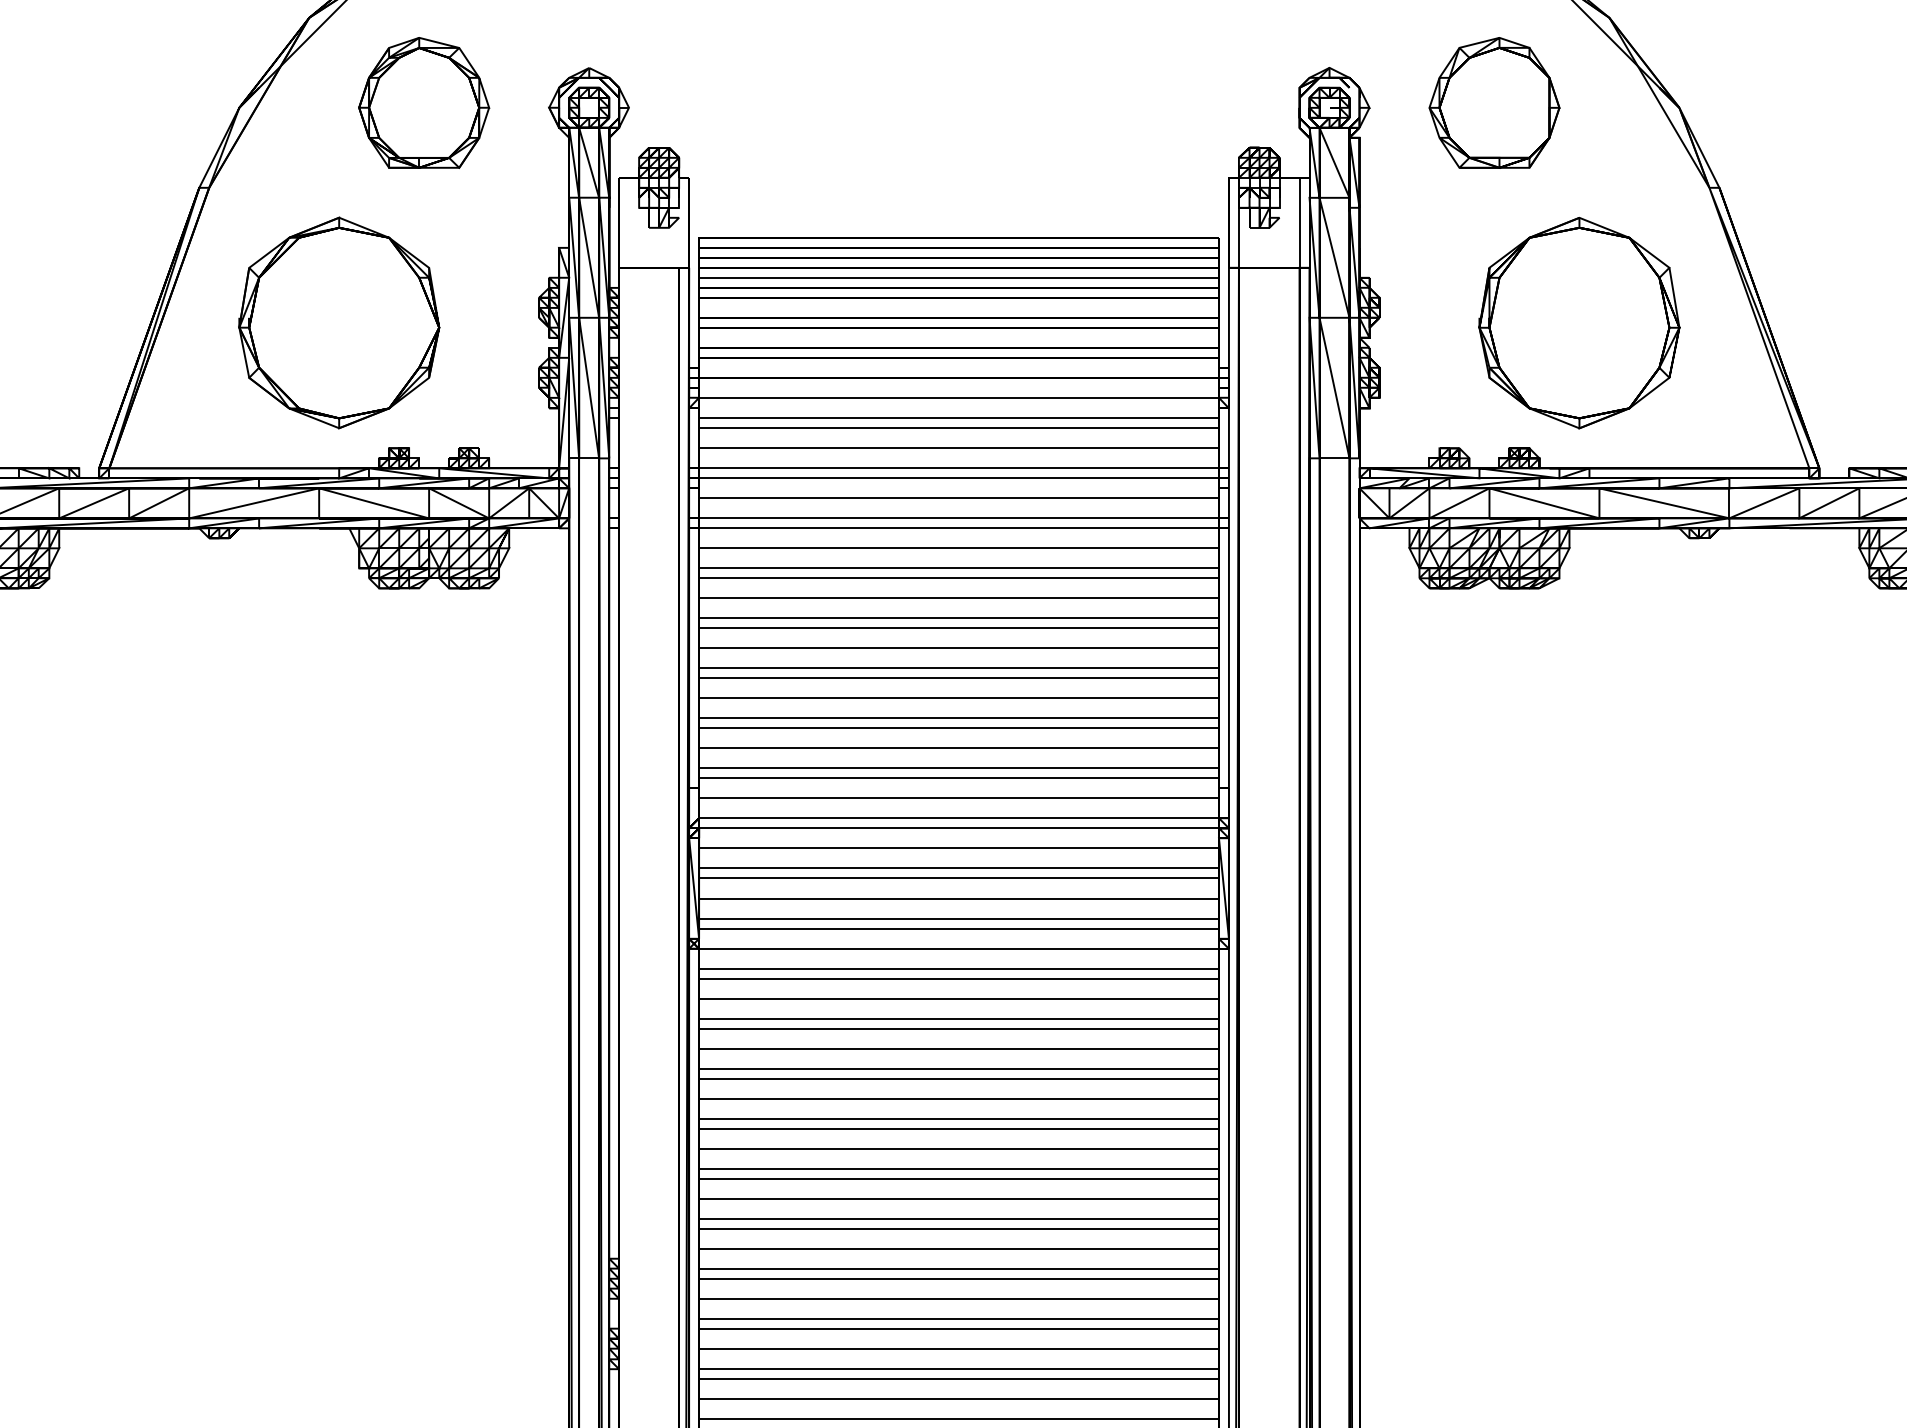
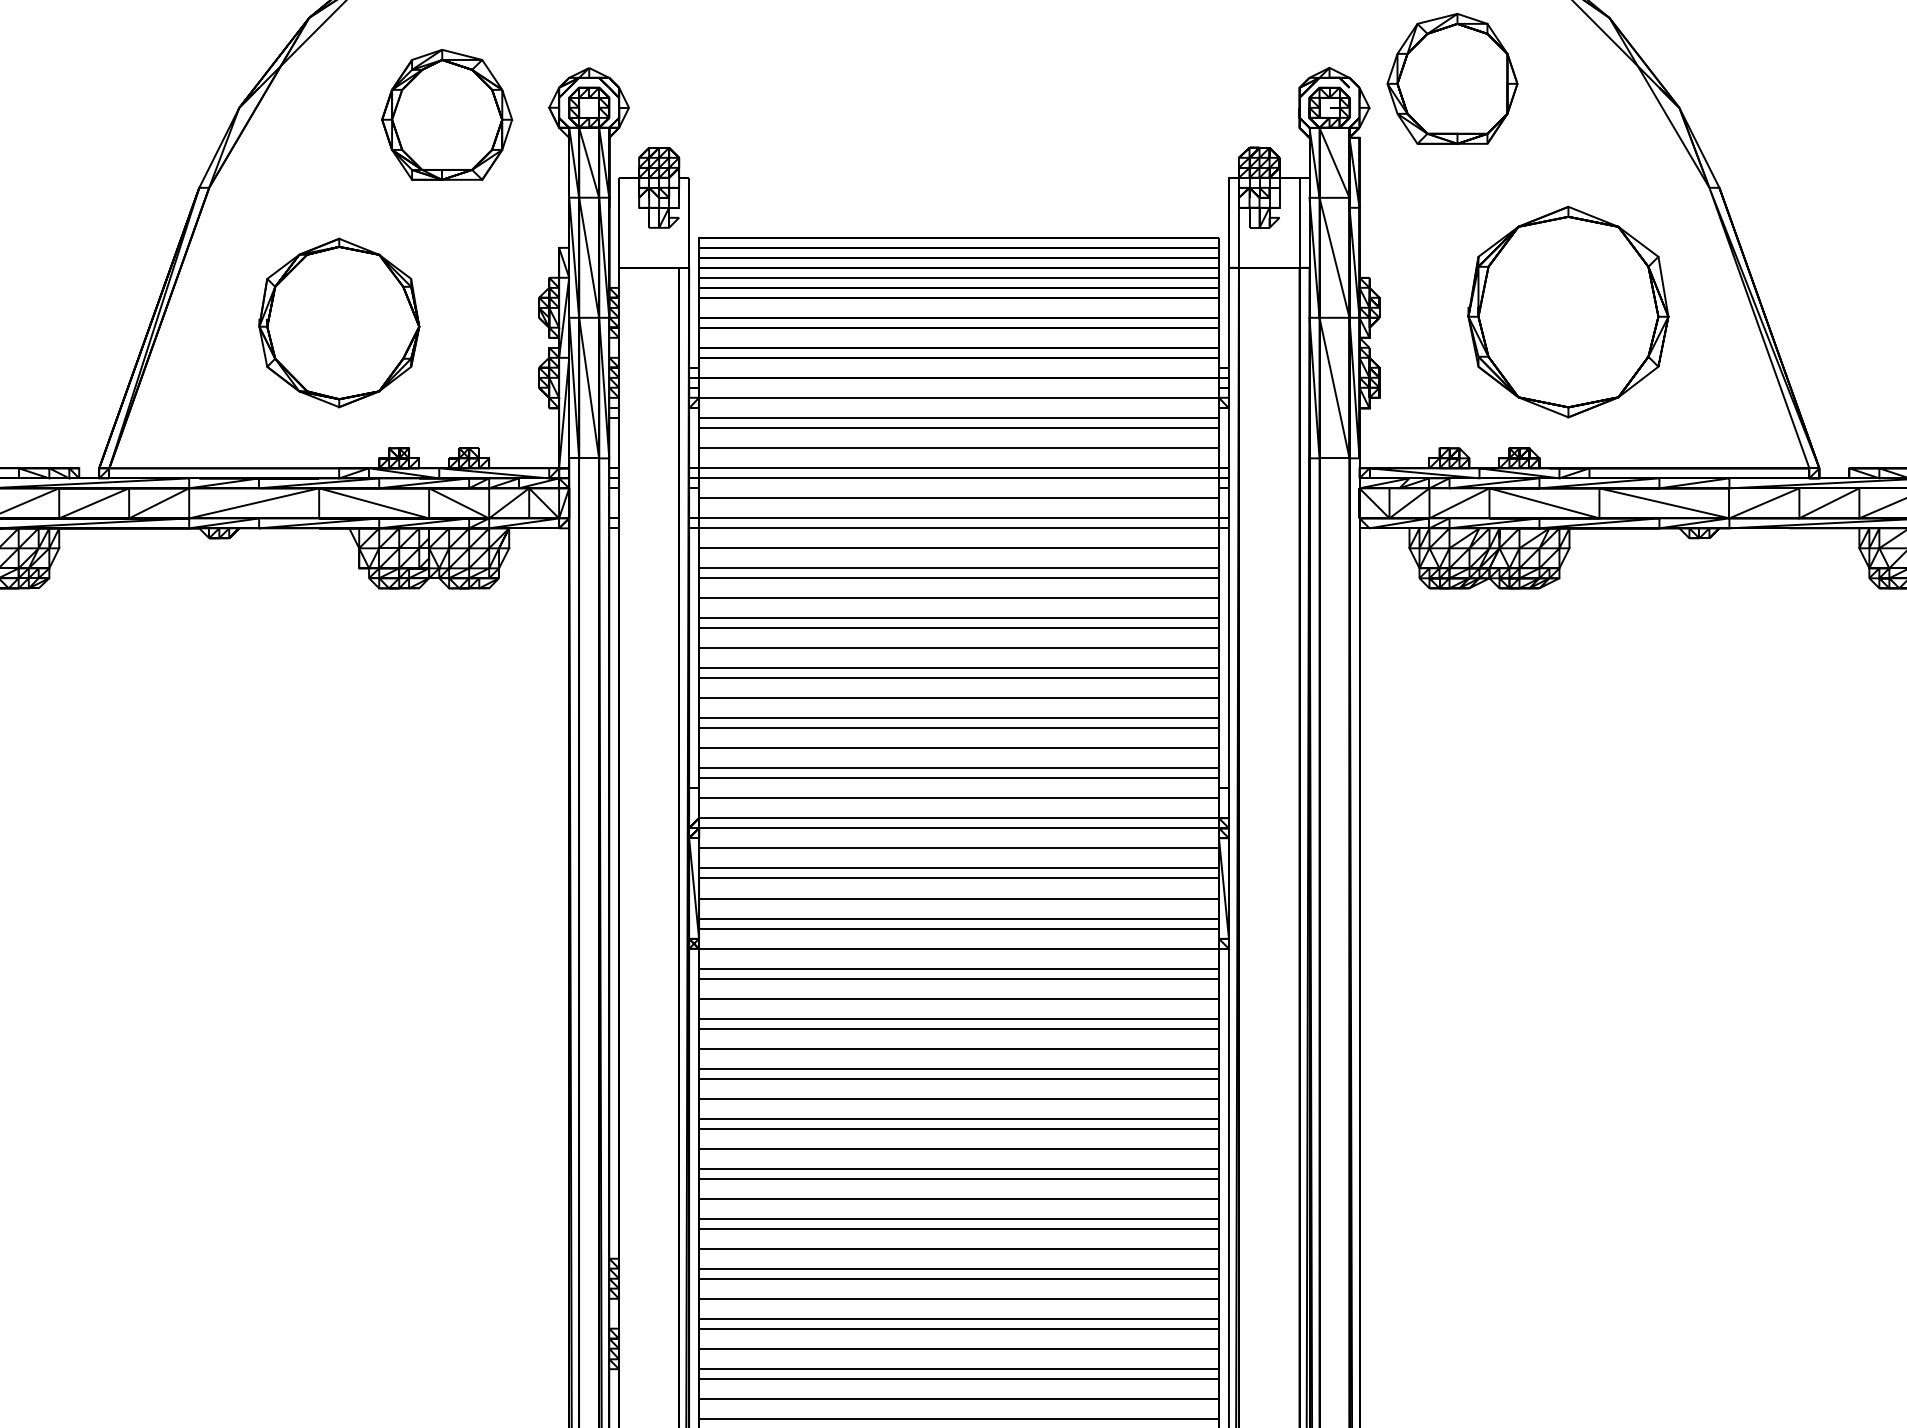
part at (424, 102) position: (424, 102) -> (447, 114)
part at (1494, 102) position: (1494, 102) -> (1452, 78)
part at (339, 322) size: 203x214 px -> 163x172 px
part at (1579, 323) position: (1579, 323) -> (1568, 312)
